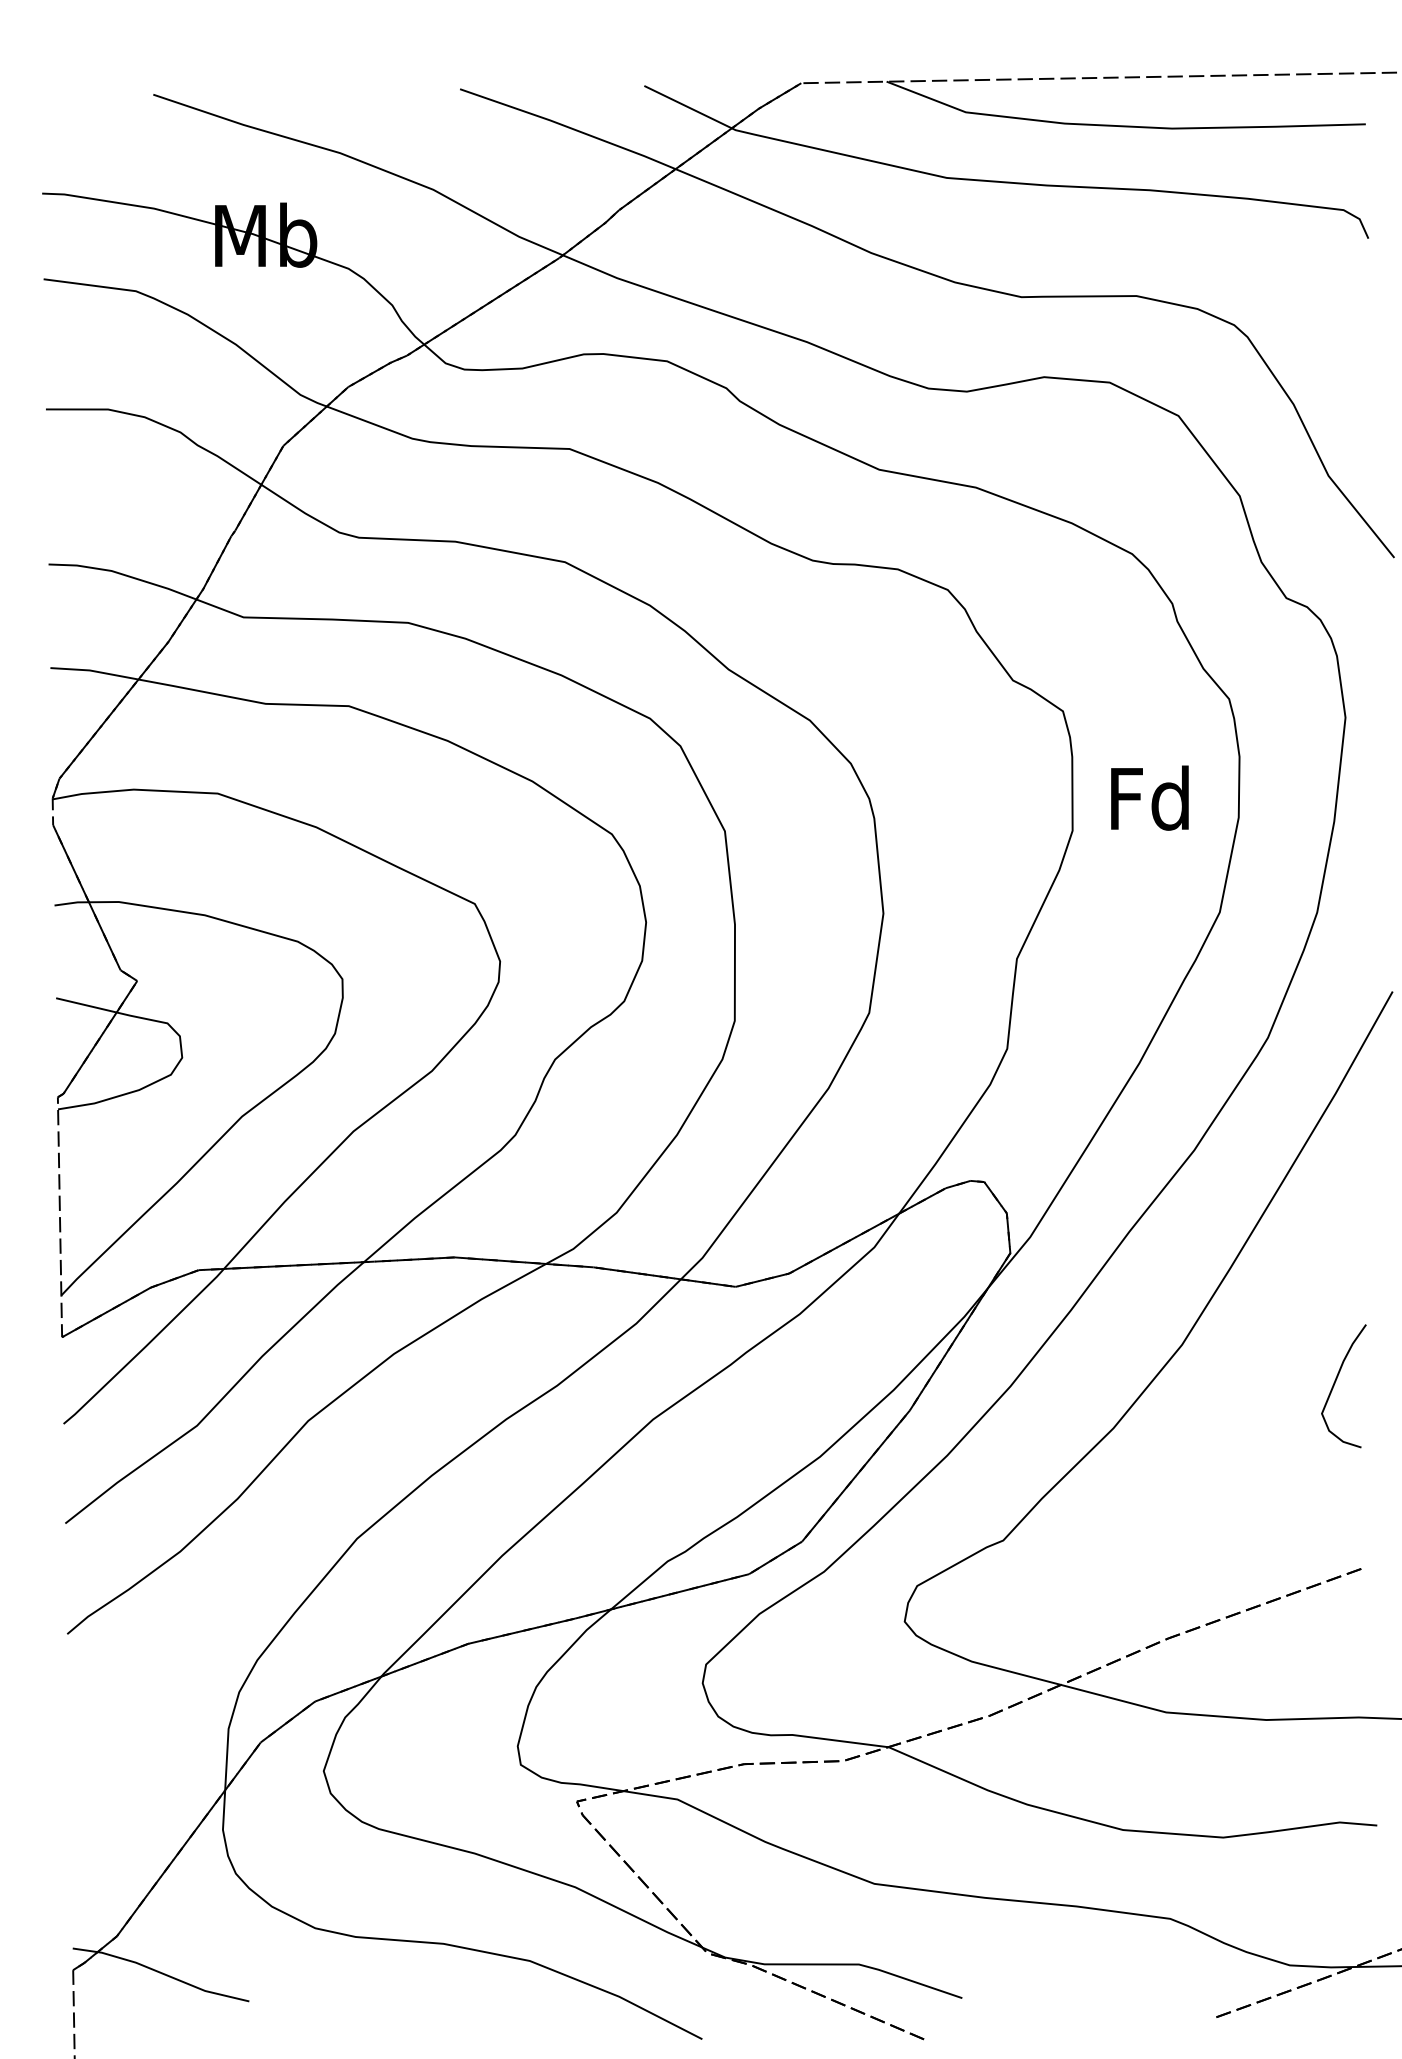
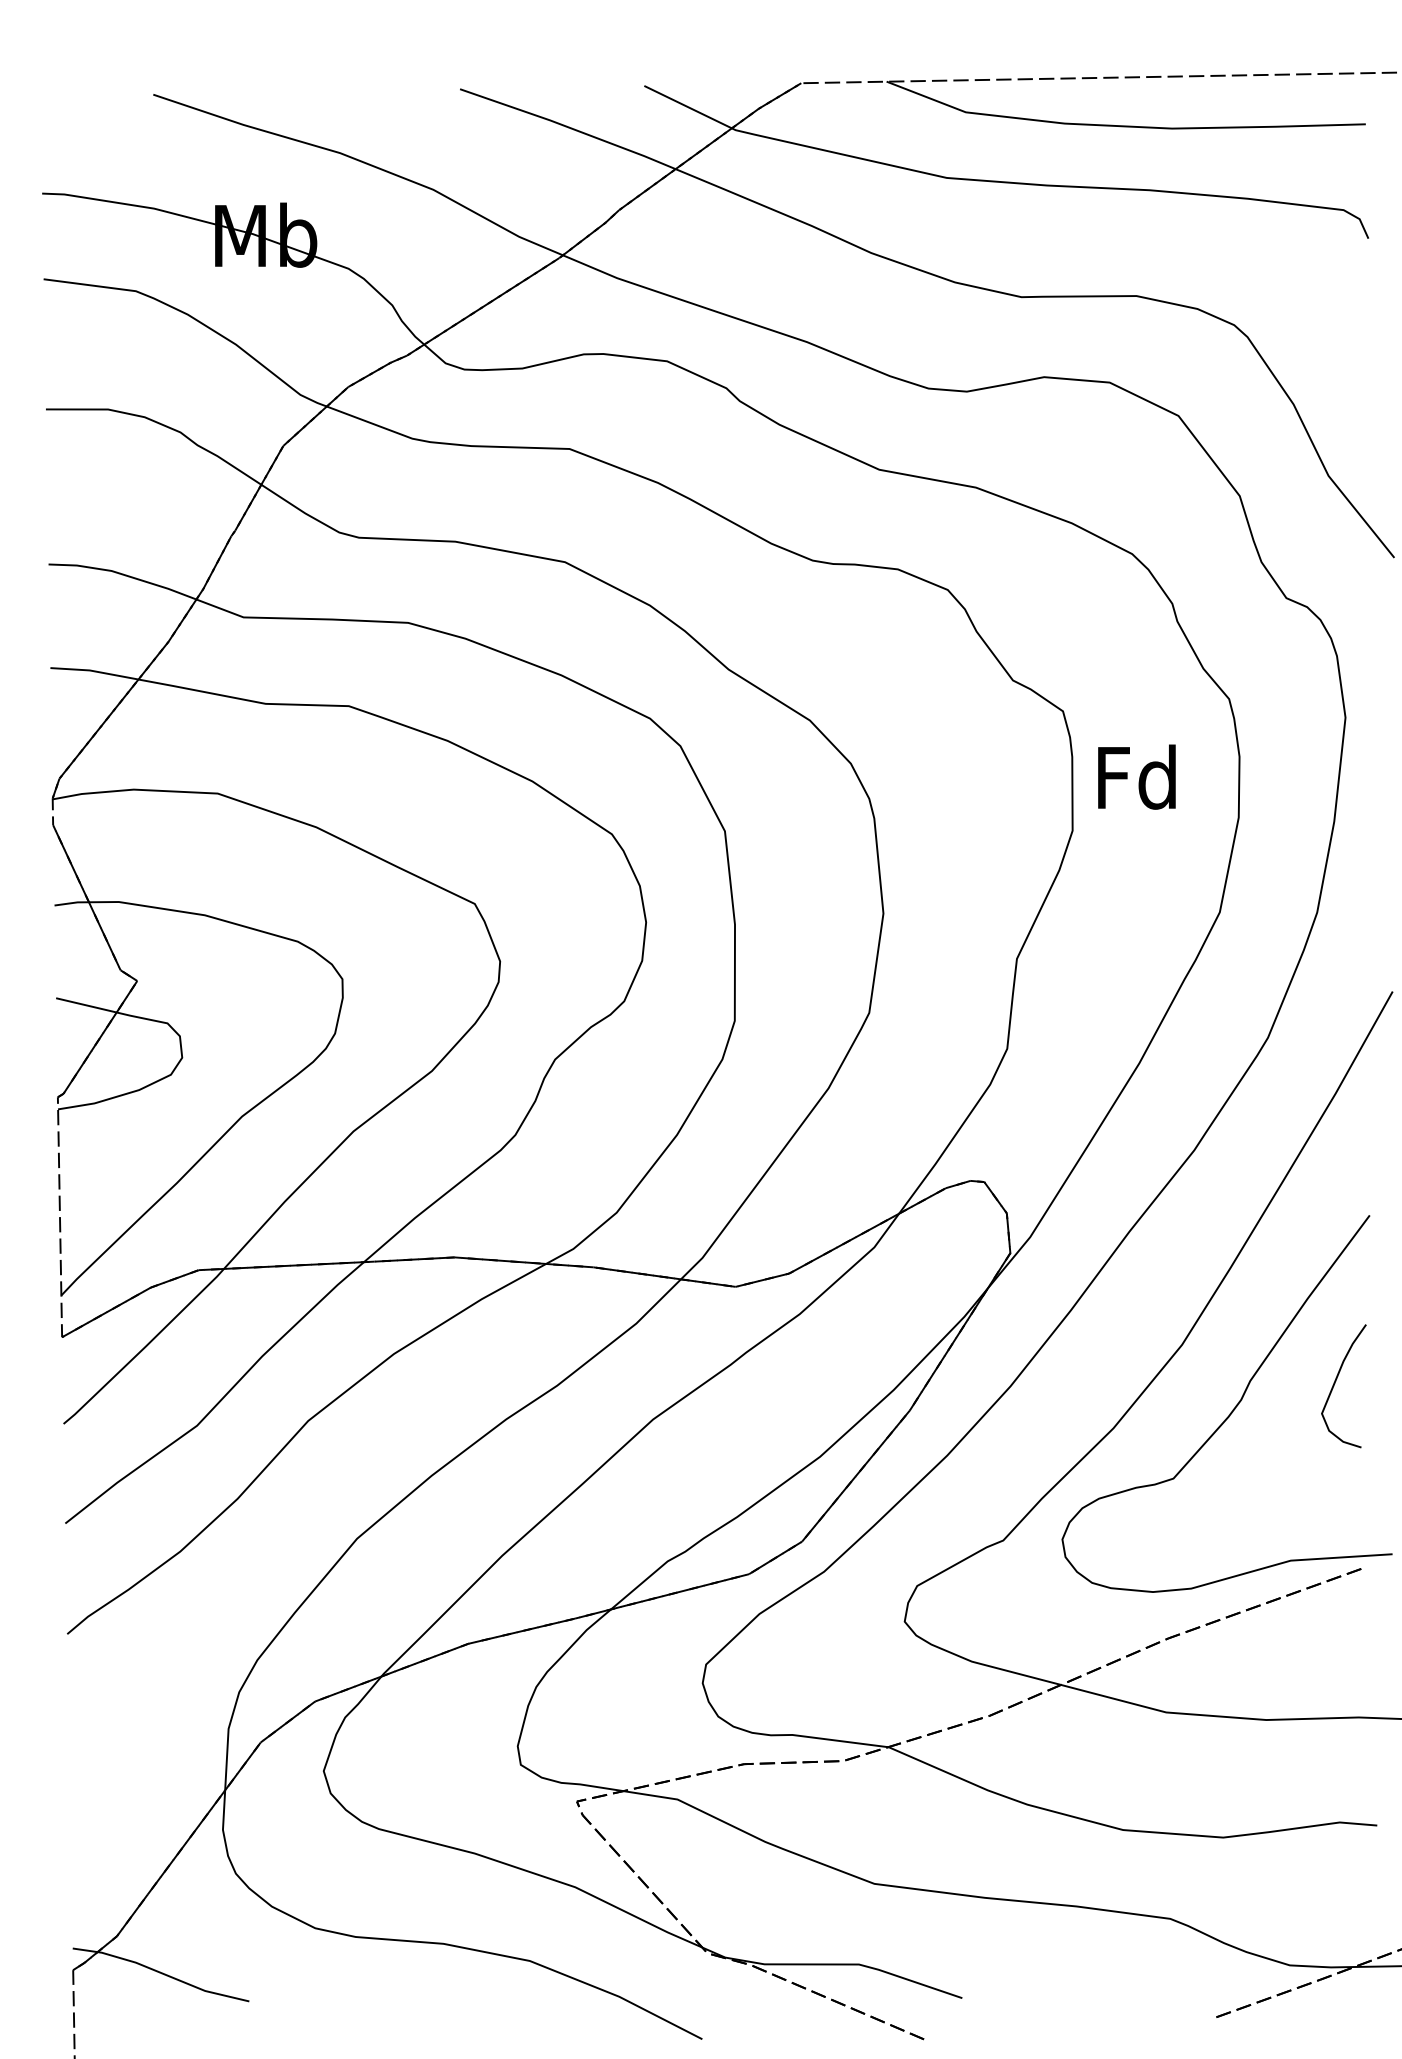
text at (1149, 797) position: (1149, 797) -> (1136, 776)
curve at (1232, 1409): none -> present
